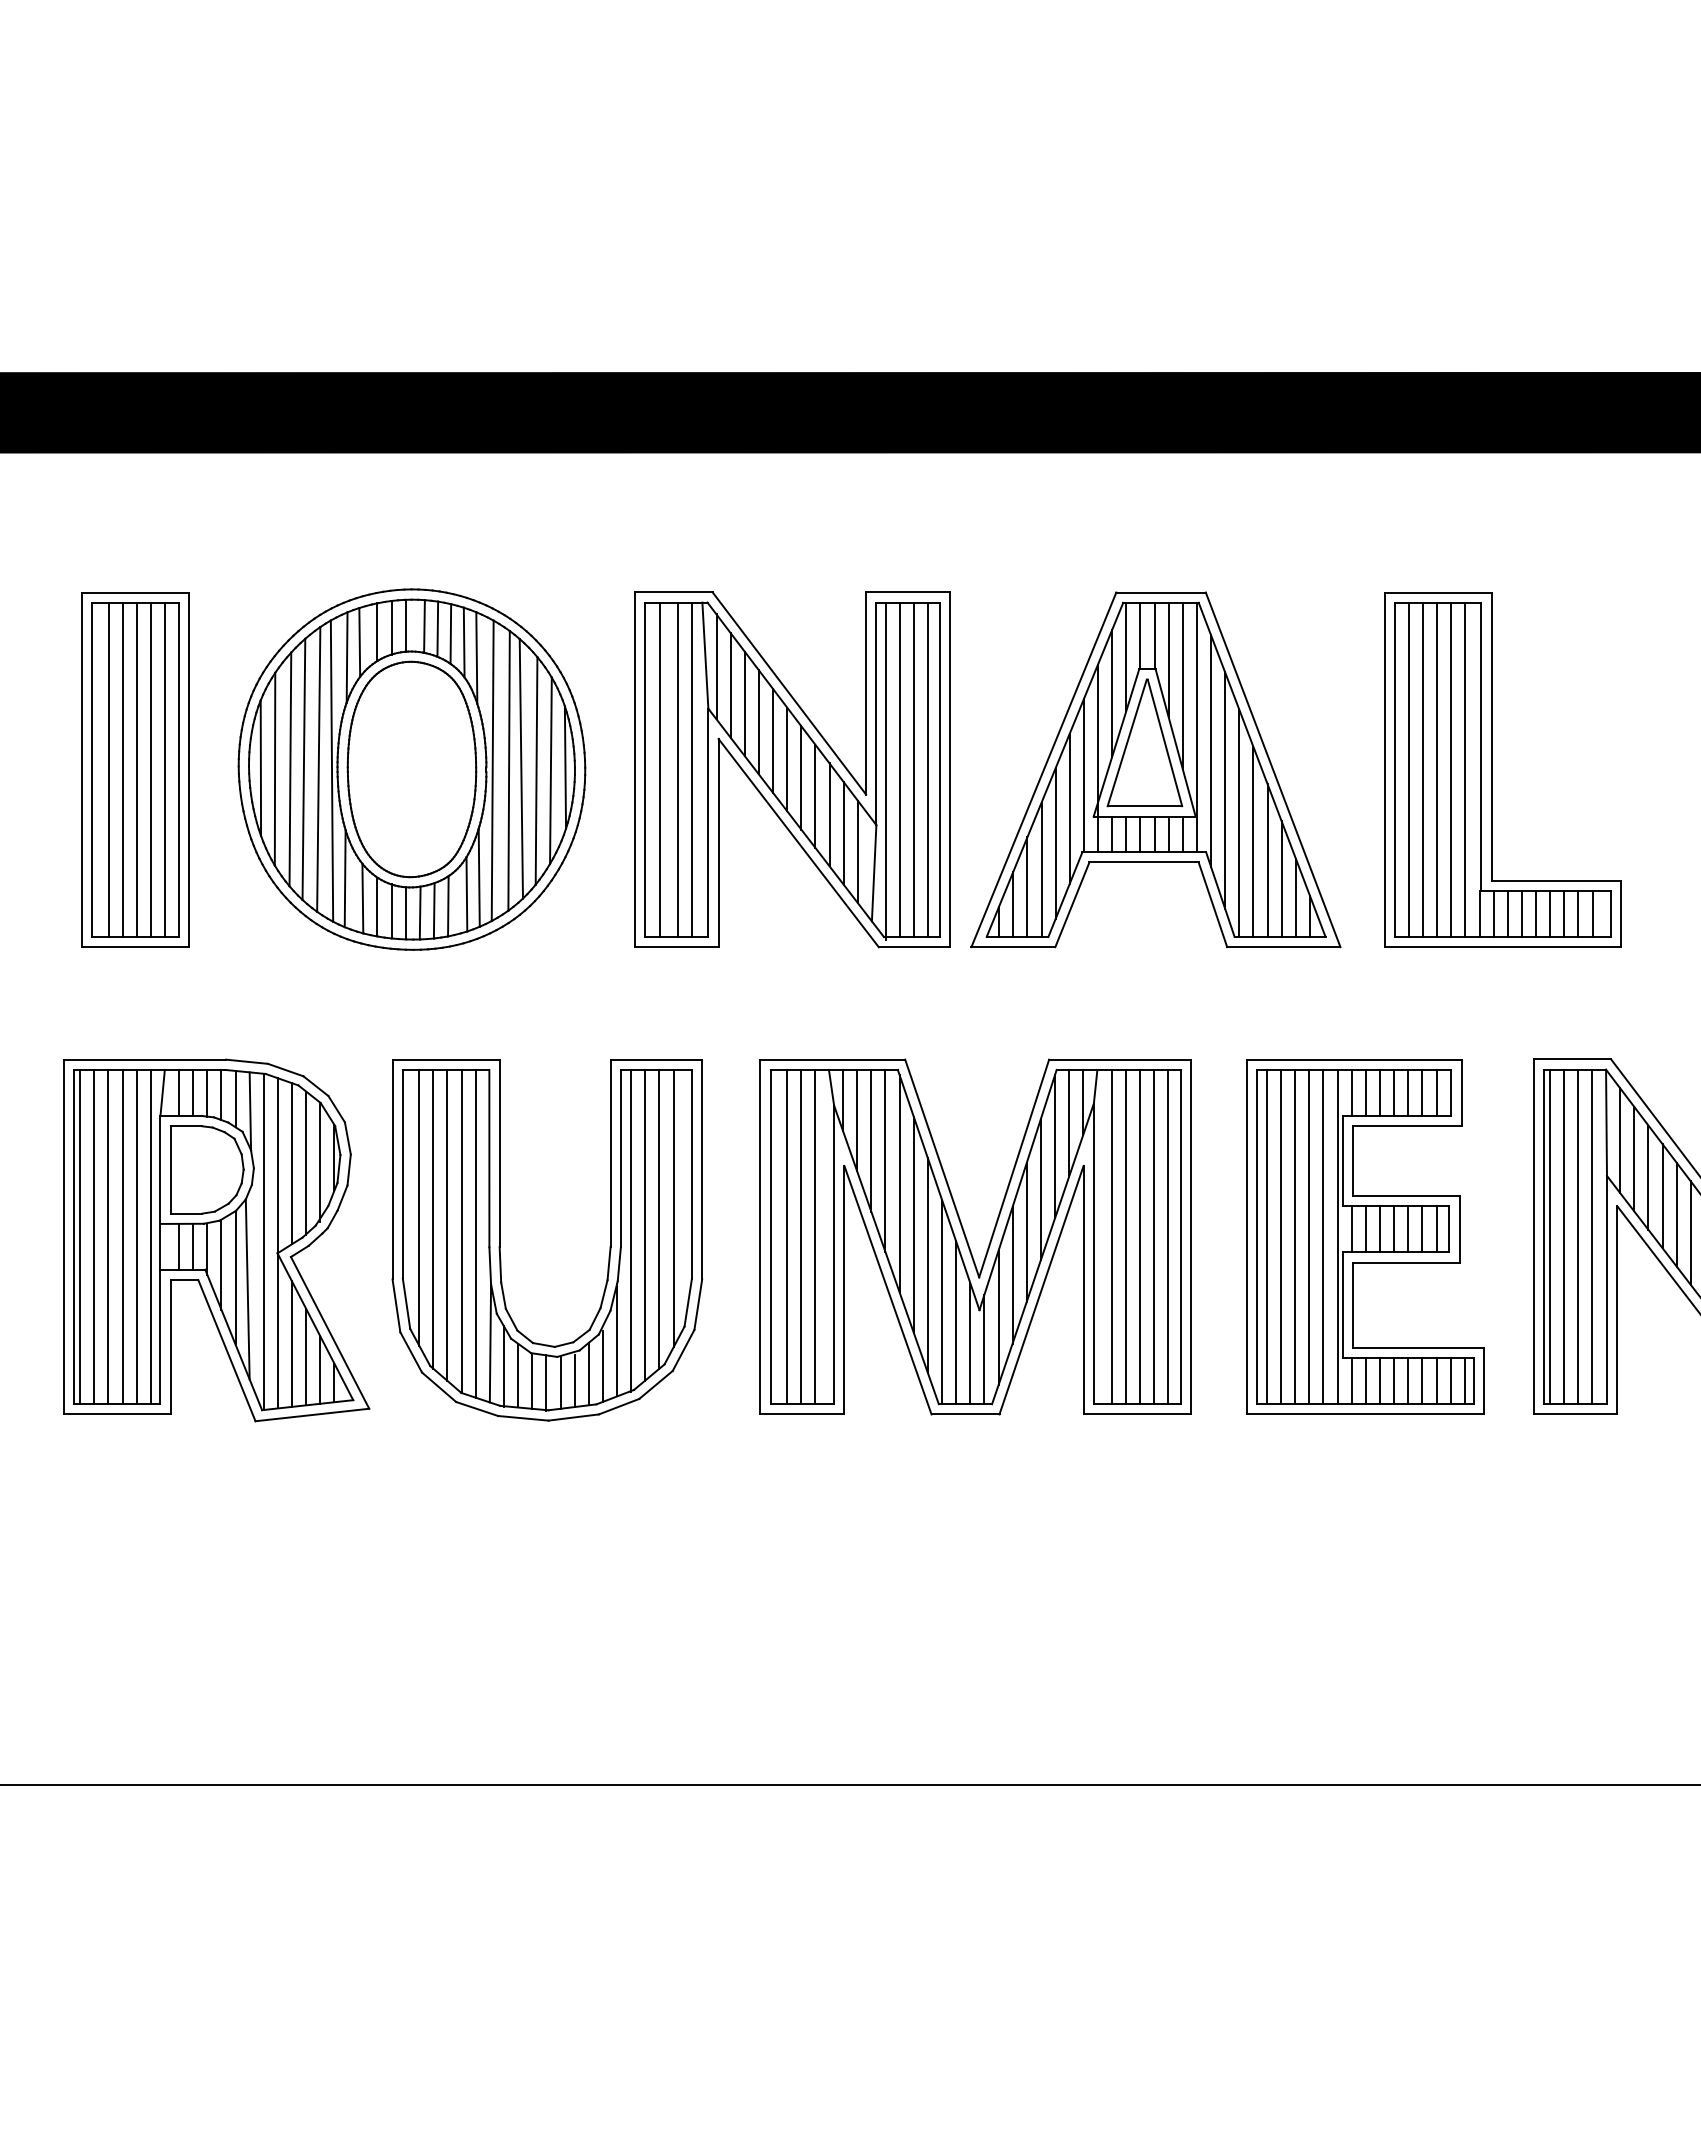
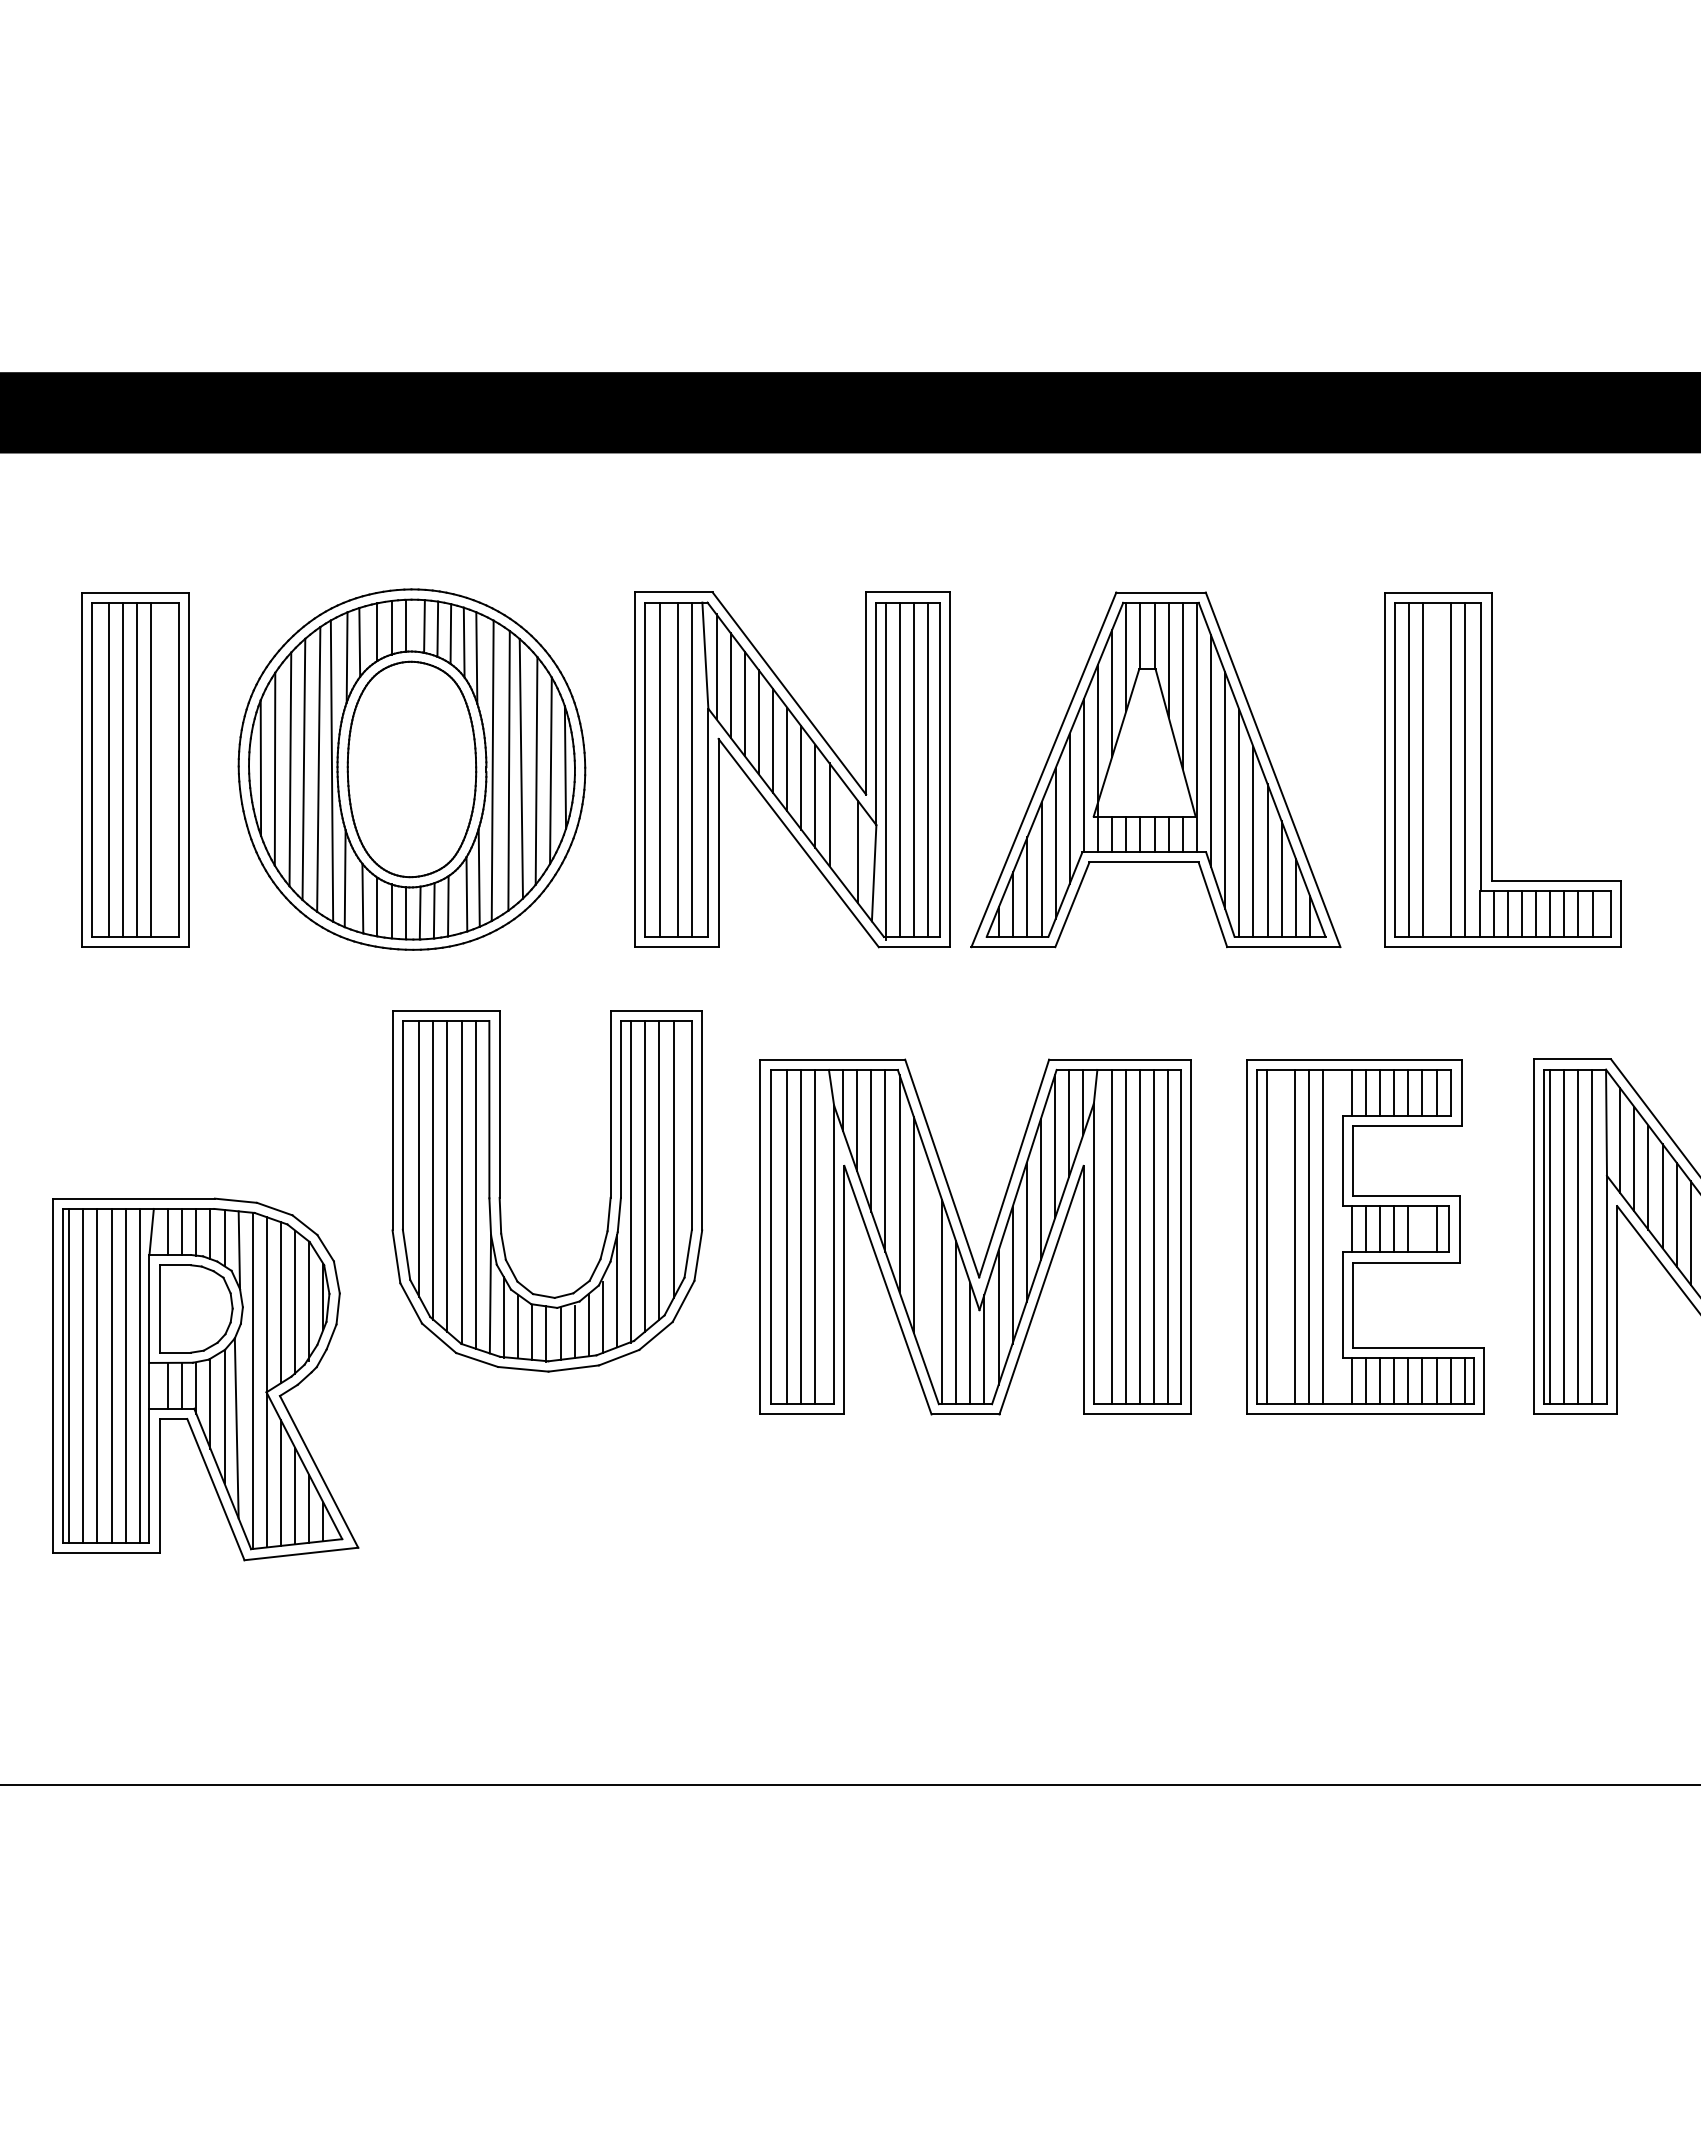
part at (1144, 742): present -> none
line at (165, 769): present -> none
line at (1437, 769): present -> none
line at (843, 833): present -> none
line at (1422, 1229): present -> none
line at (1281, 1236): present -> none
line at (1337, 1236): present -> none
part at (216, 1240) position: (216, 1240) -> (205, 1379)
part at (500, 1240) position: (500, 1240) -> (500, 1191)
line at (927, 1265): present -> none
